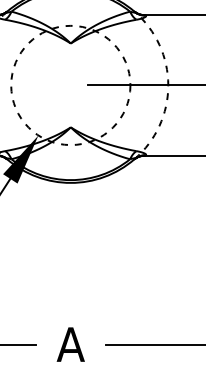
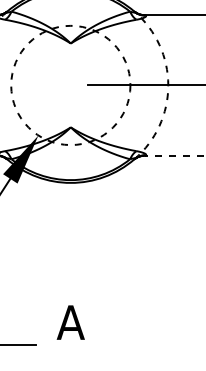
line at (174, 155): solid -> dashed
text at (70, 344) position: (70, 344) -> (70, 322)
line at (154, 344): present -> none
